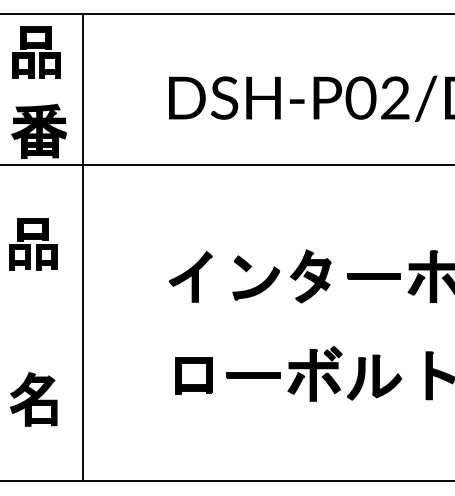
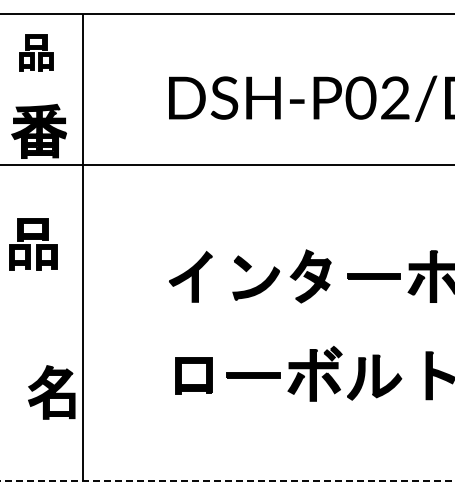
part at (36, 52) size: 49x53 px -> 35x38 px
part at (33, 399) position: (33, 399) -> (51, 392)
line at (227, 480): solid -> dashed
